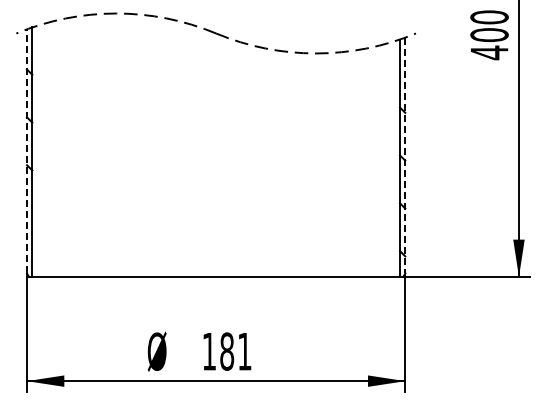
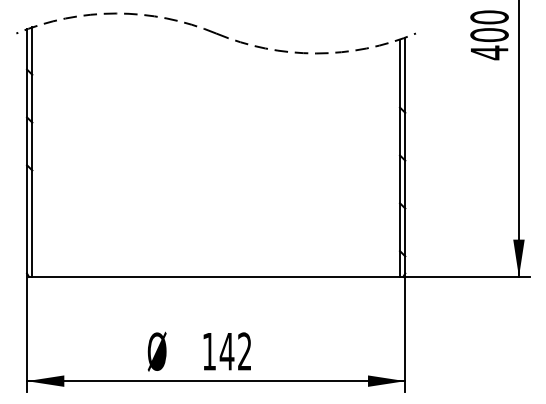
line at (27, 150): dashed -> solid
line at (405, 155): dashed -> solid
text at (235, 351): 181 -> 142
